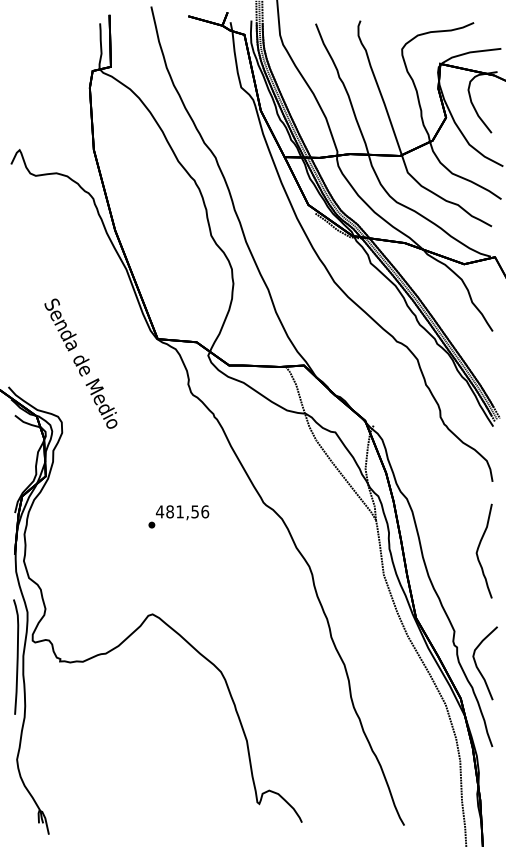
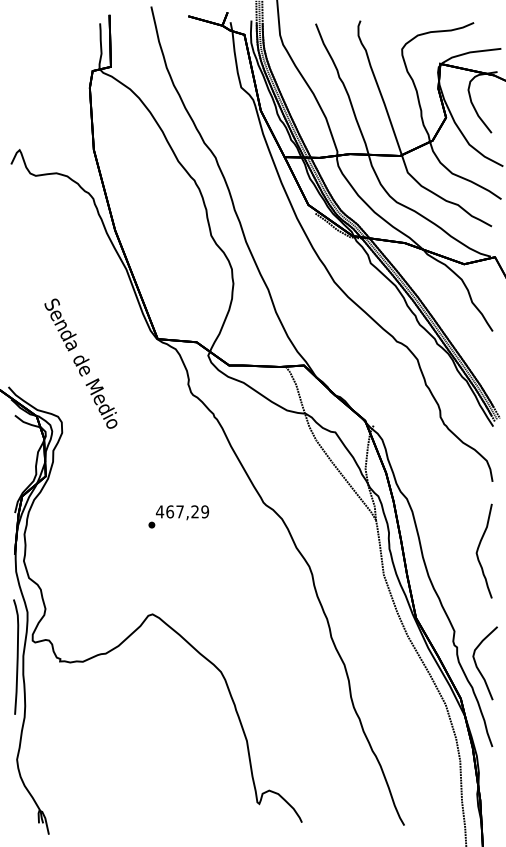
text at (187, 511): 481,56 -> 467,29
